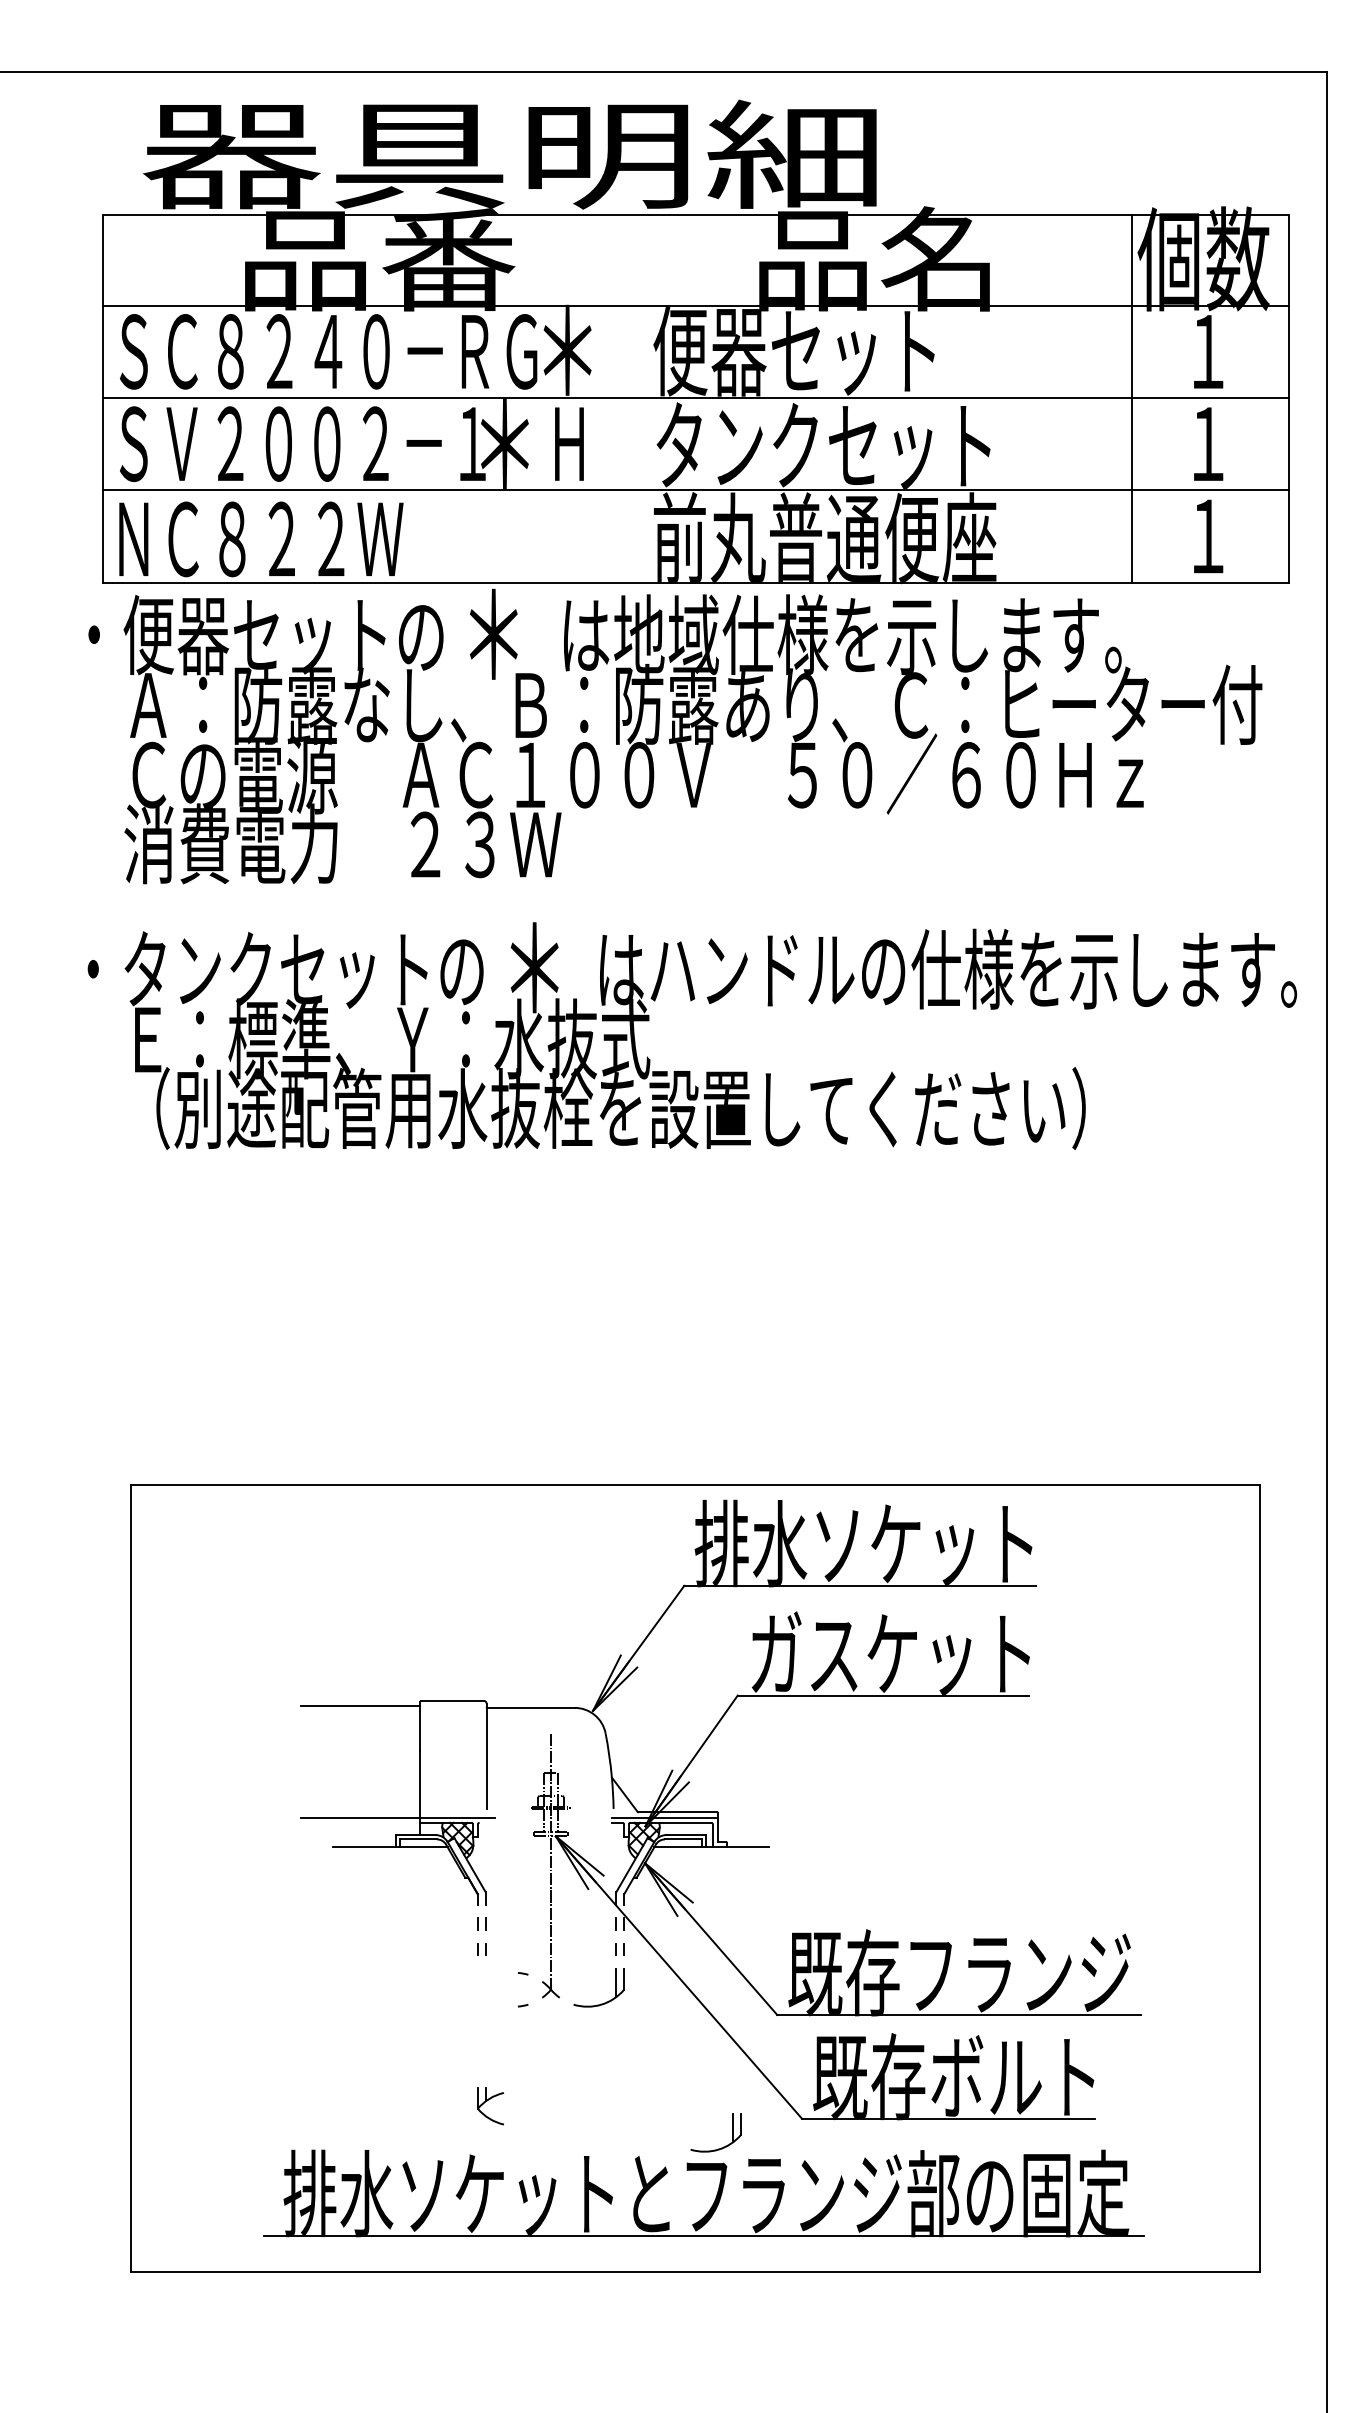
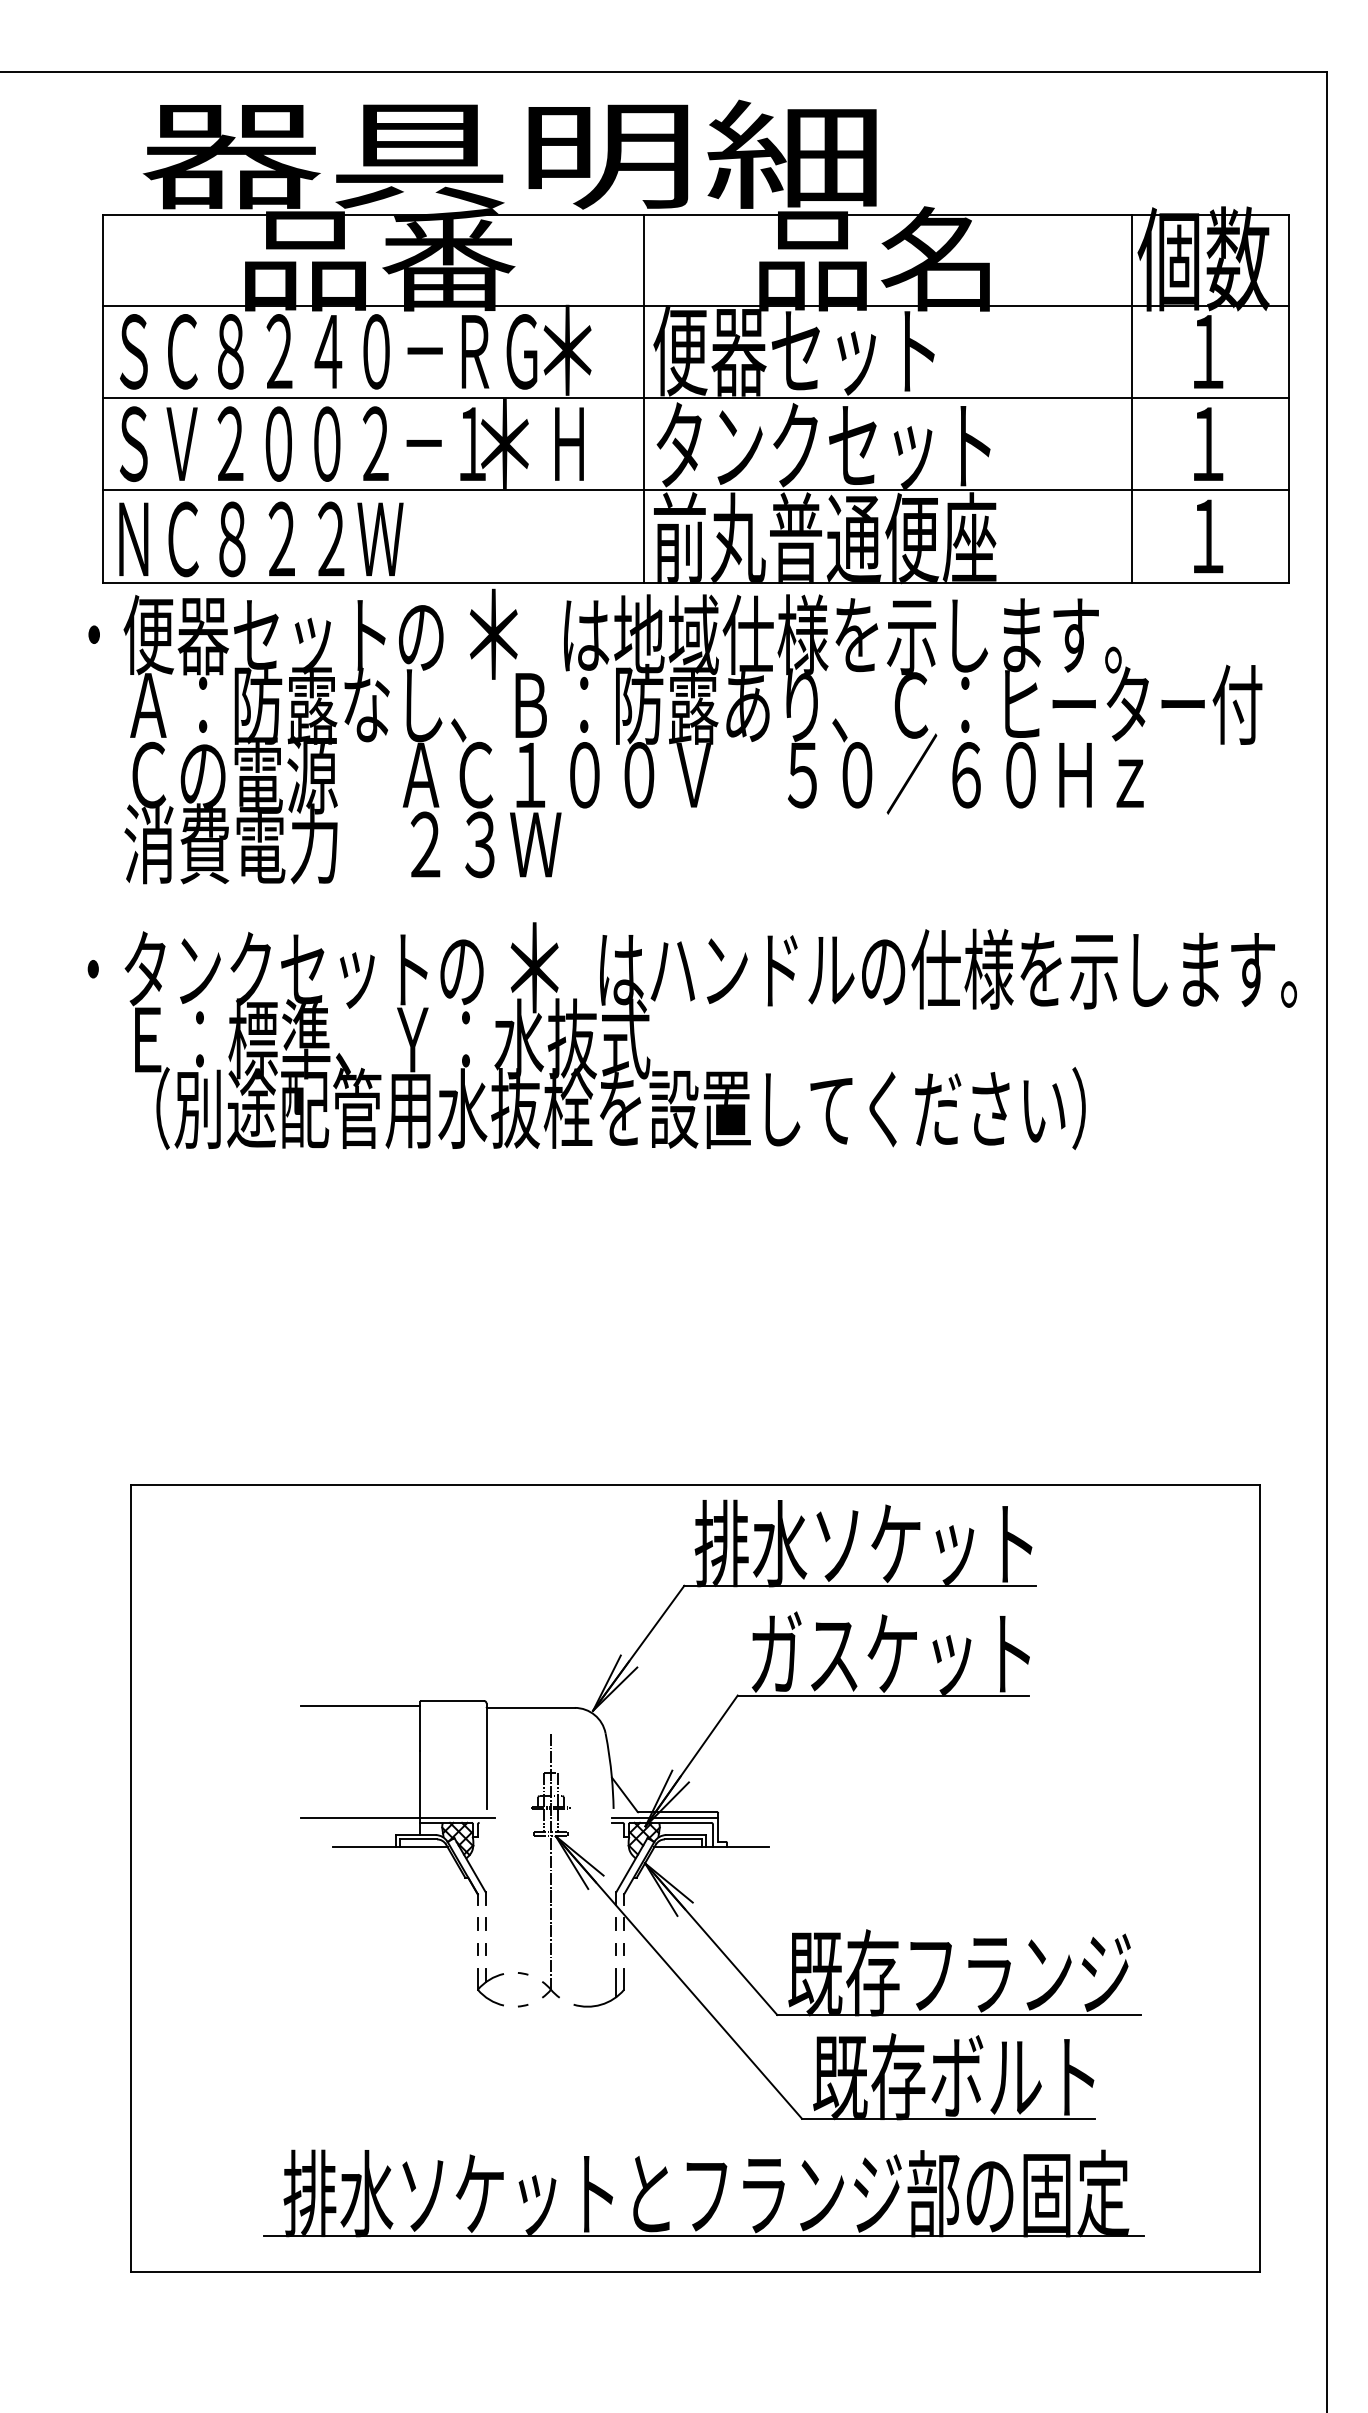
line at (644, 398): none -> present
part at (490, 2106) position: (490, 2106) -> (490, 1987)
part at (723, 2146): present -> none
